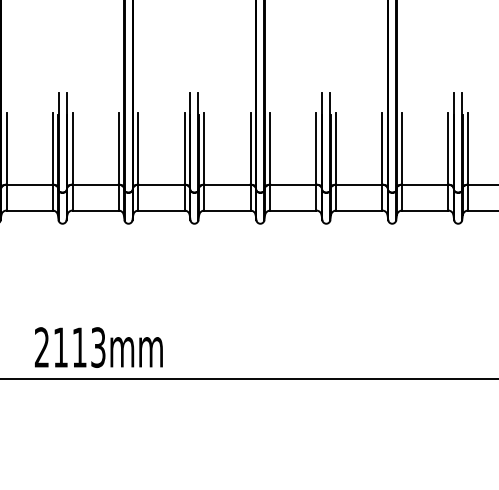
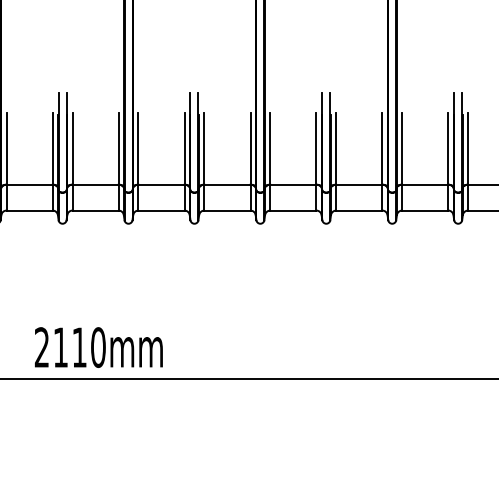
text at (98, 347): 2113mm -> 2110mm
